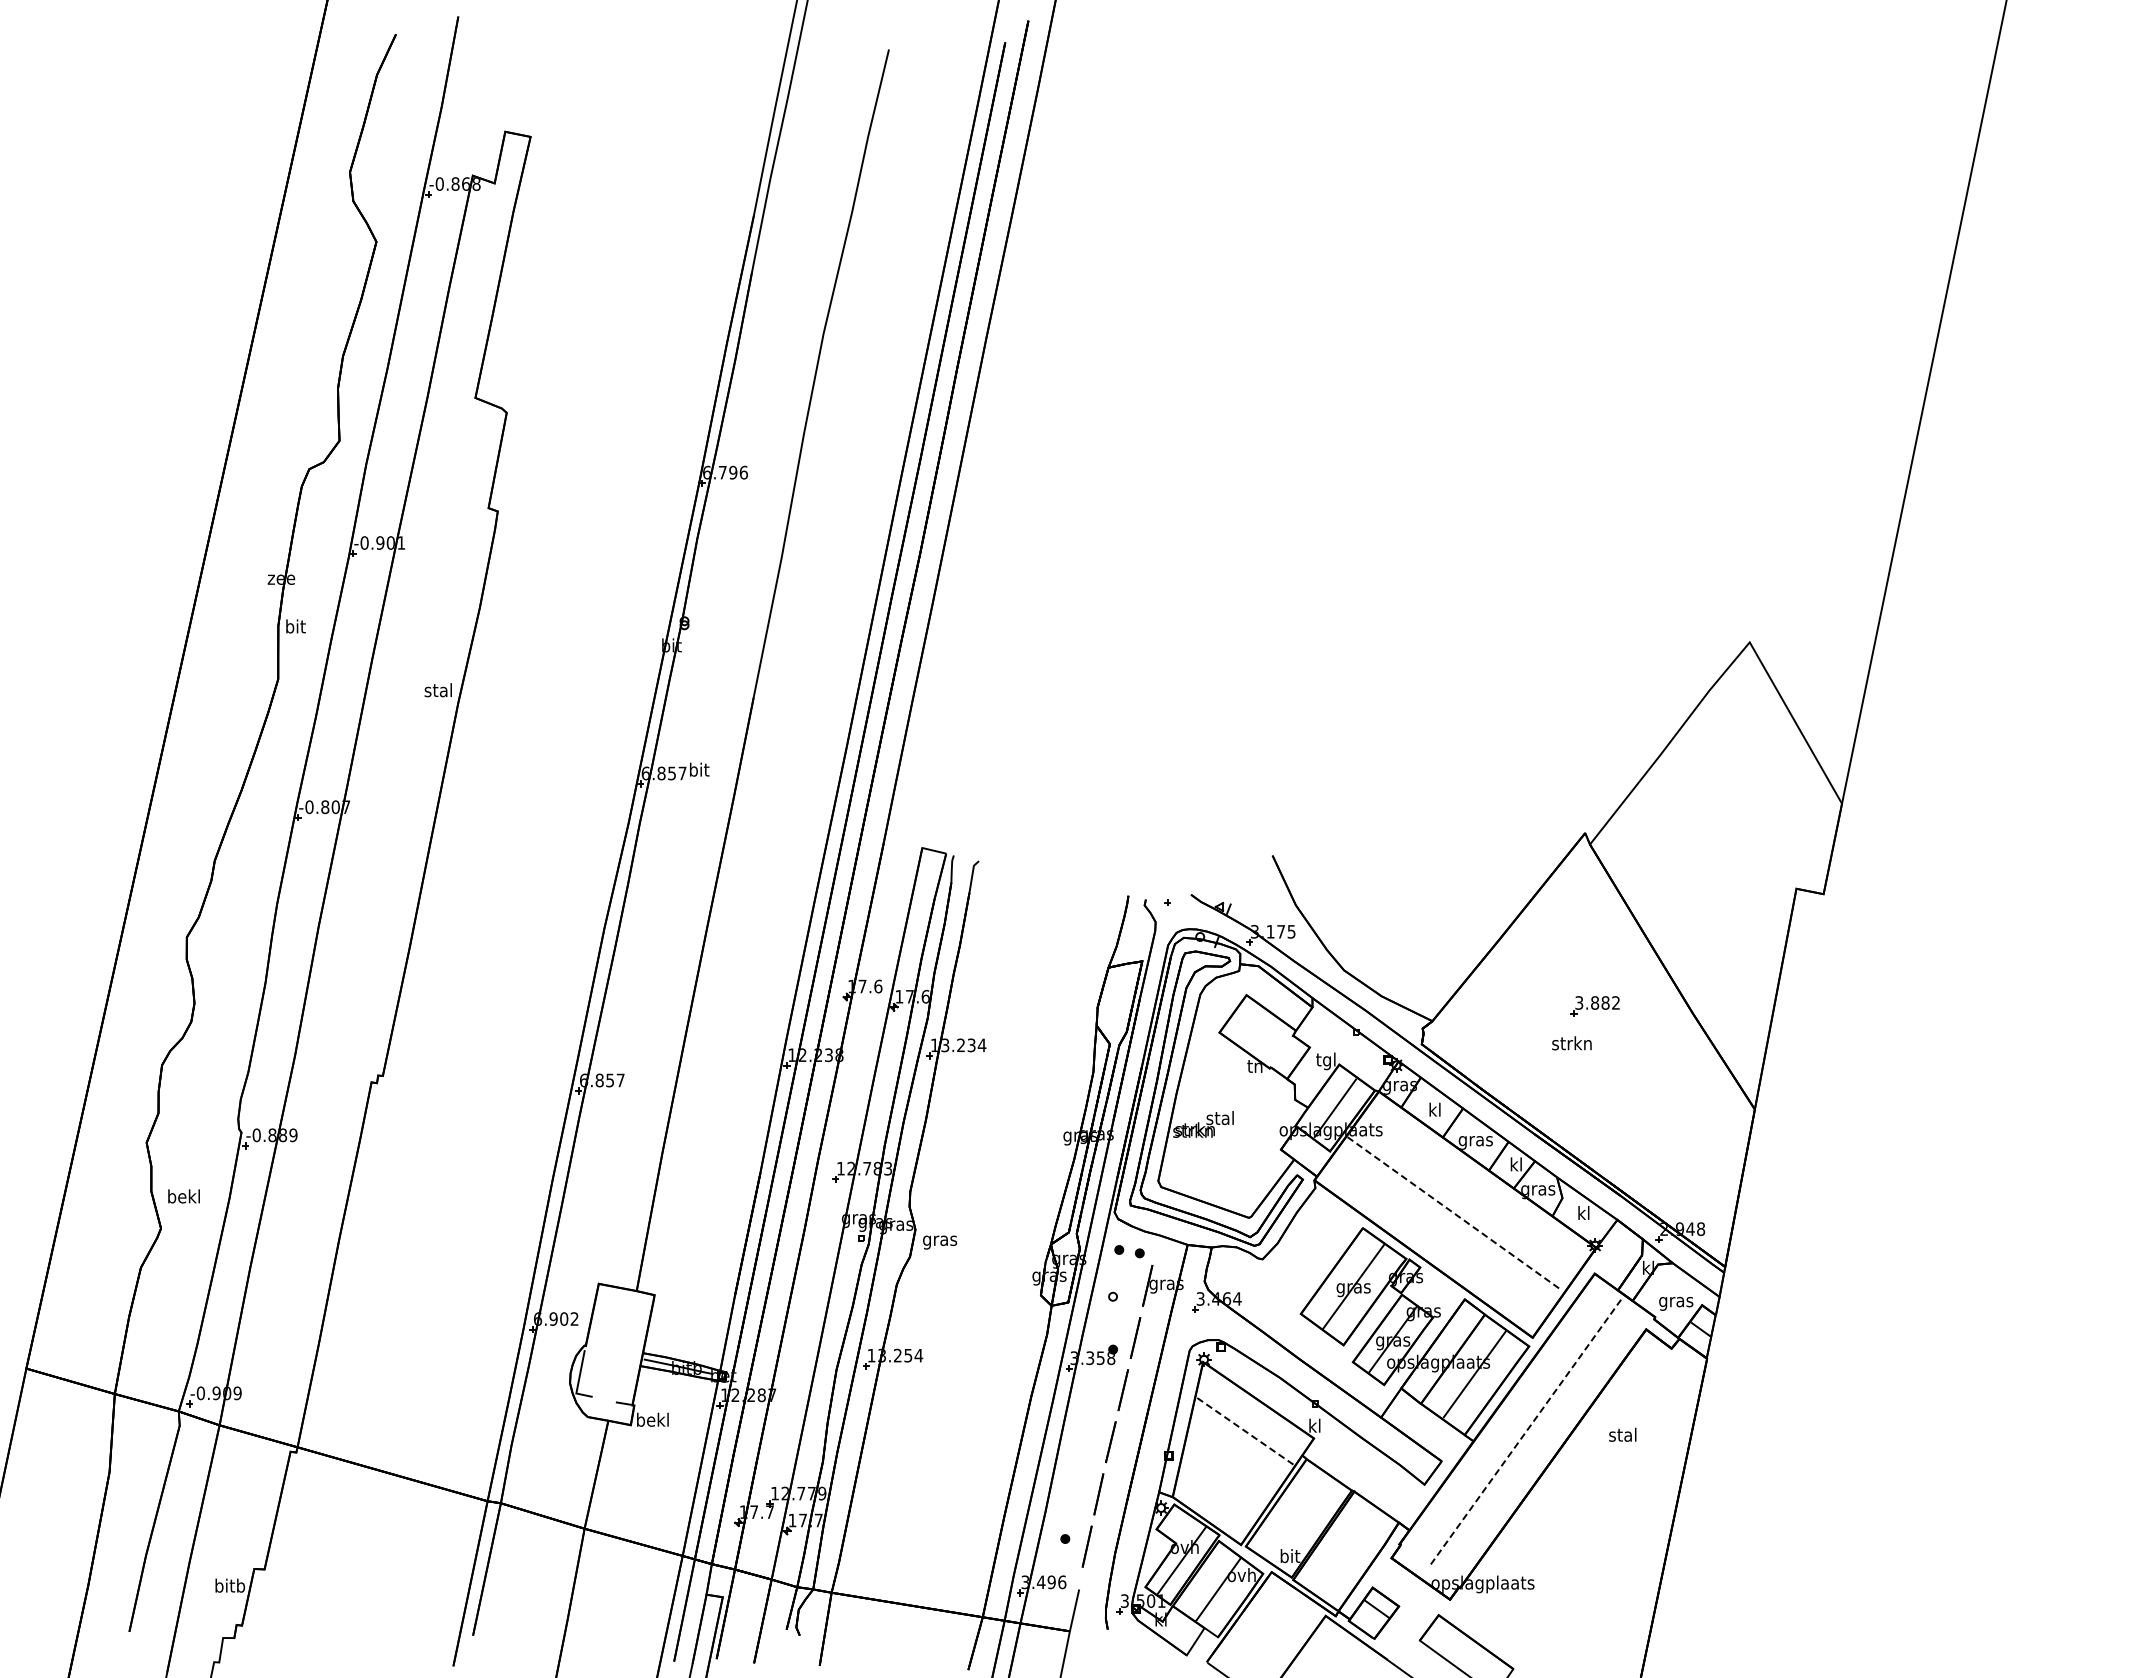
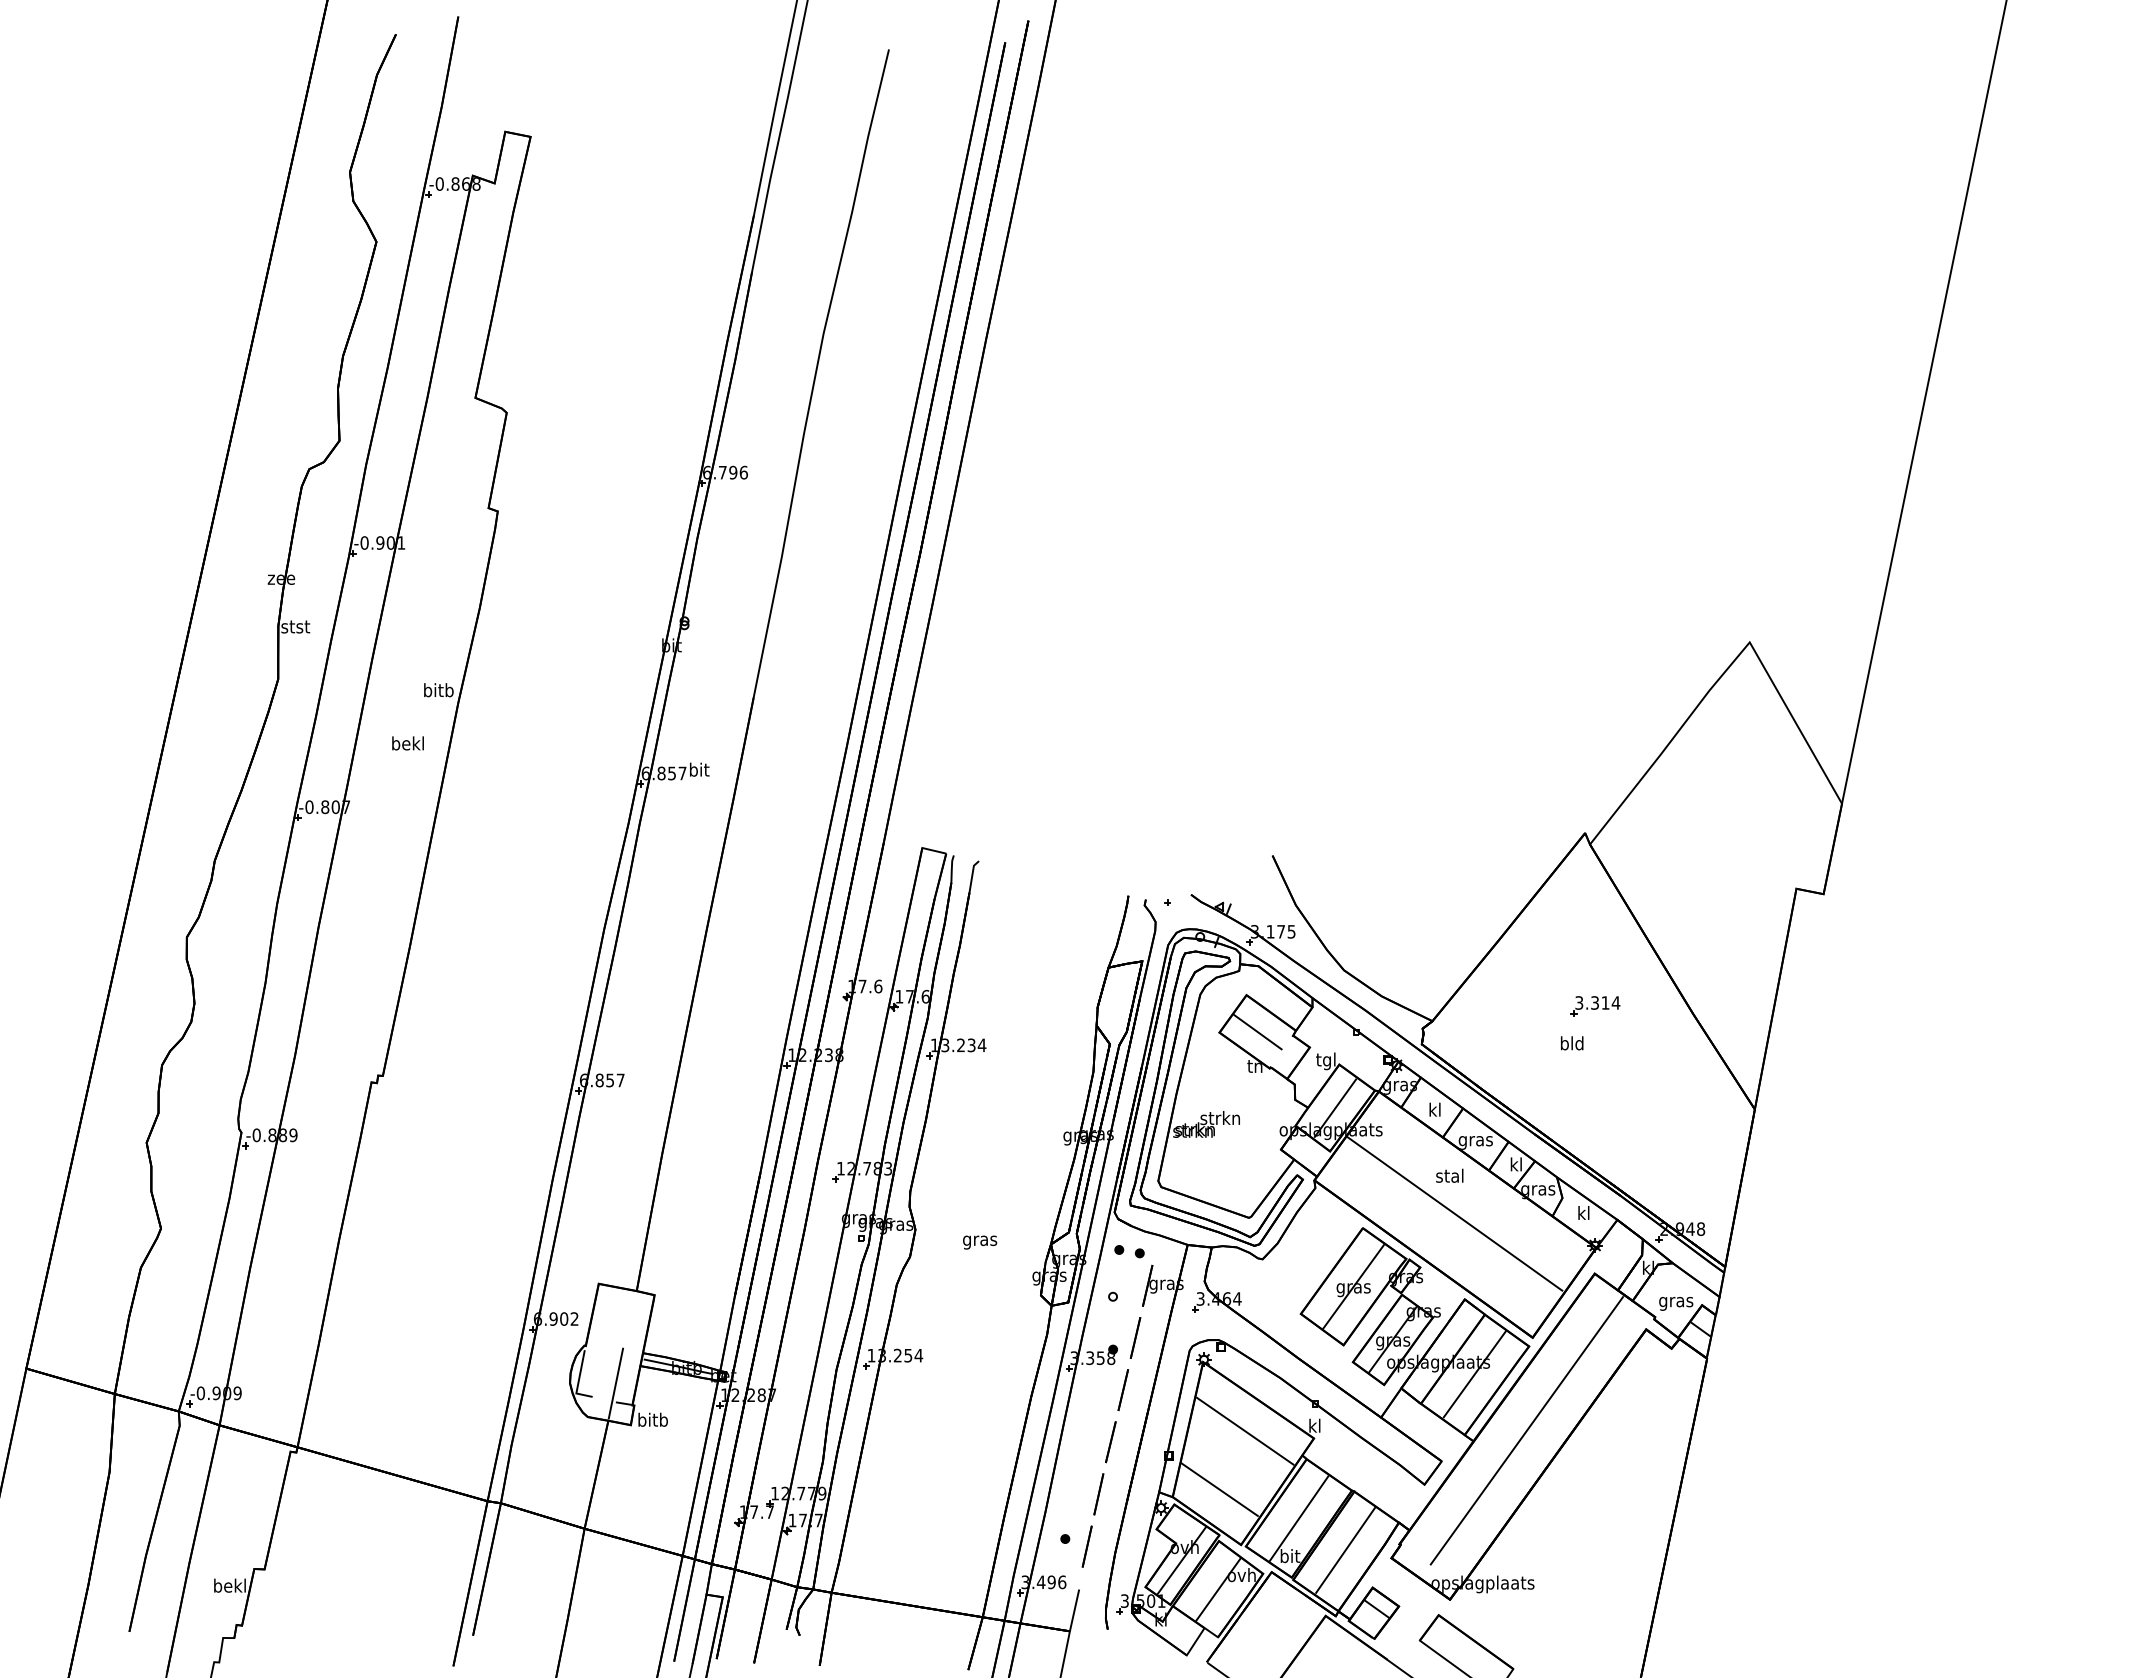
text at (295, 626): bit -> stst
text at (438, 690): stal -> bitb
text at (1605, 1002): 3.882 -> 3.314
line at (1257, 1032): none -> present
text at (1571, 1043): strkn -> bld
text at (1219, 1118): stal -> strkn
text at (183, 1196) position: (183, 1196) -> (407, 743)
line at (1454, 1213): dashed -> solid
text at (940, 1242) position: (940, 1242) -> (980, 1242)
line at (615, 1383): none -> present
text at (652, 1419): bekl -> bitb
line at (1526, 1430): dashed -> solid
line at (1245, 1431): dashed -> solid
text at (1622, 1434) position: (1622, 1434) -> (1449, 1175)
line at (1219, 1489): none -> present
line at (1298, 1518): none -> present
line at (1345, 1549): none -> present
text at (229, 1585): bitb -> bekl
